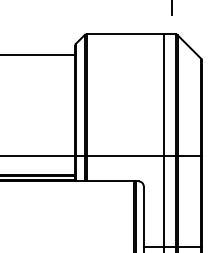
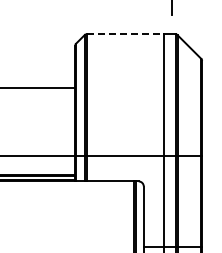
line at (125, 34): solid -> dashed
line at (38, 54) position: (38, 54) -> (38, 87)
